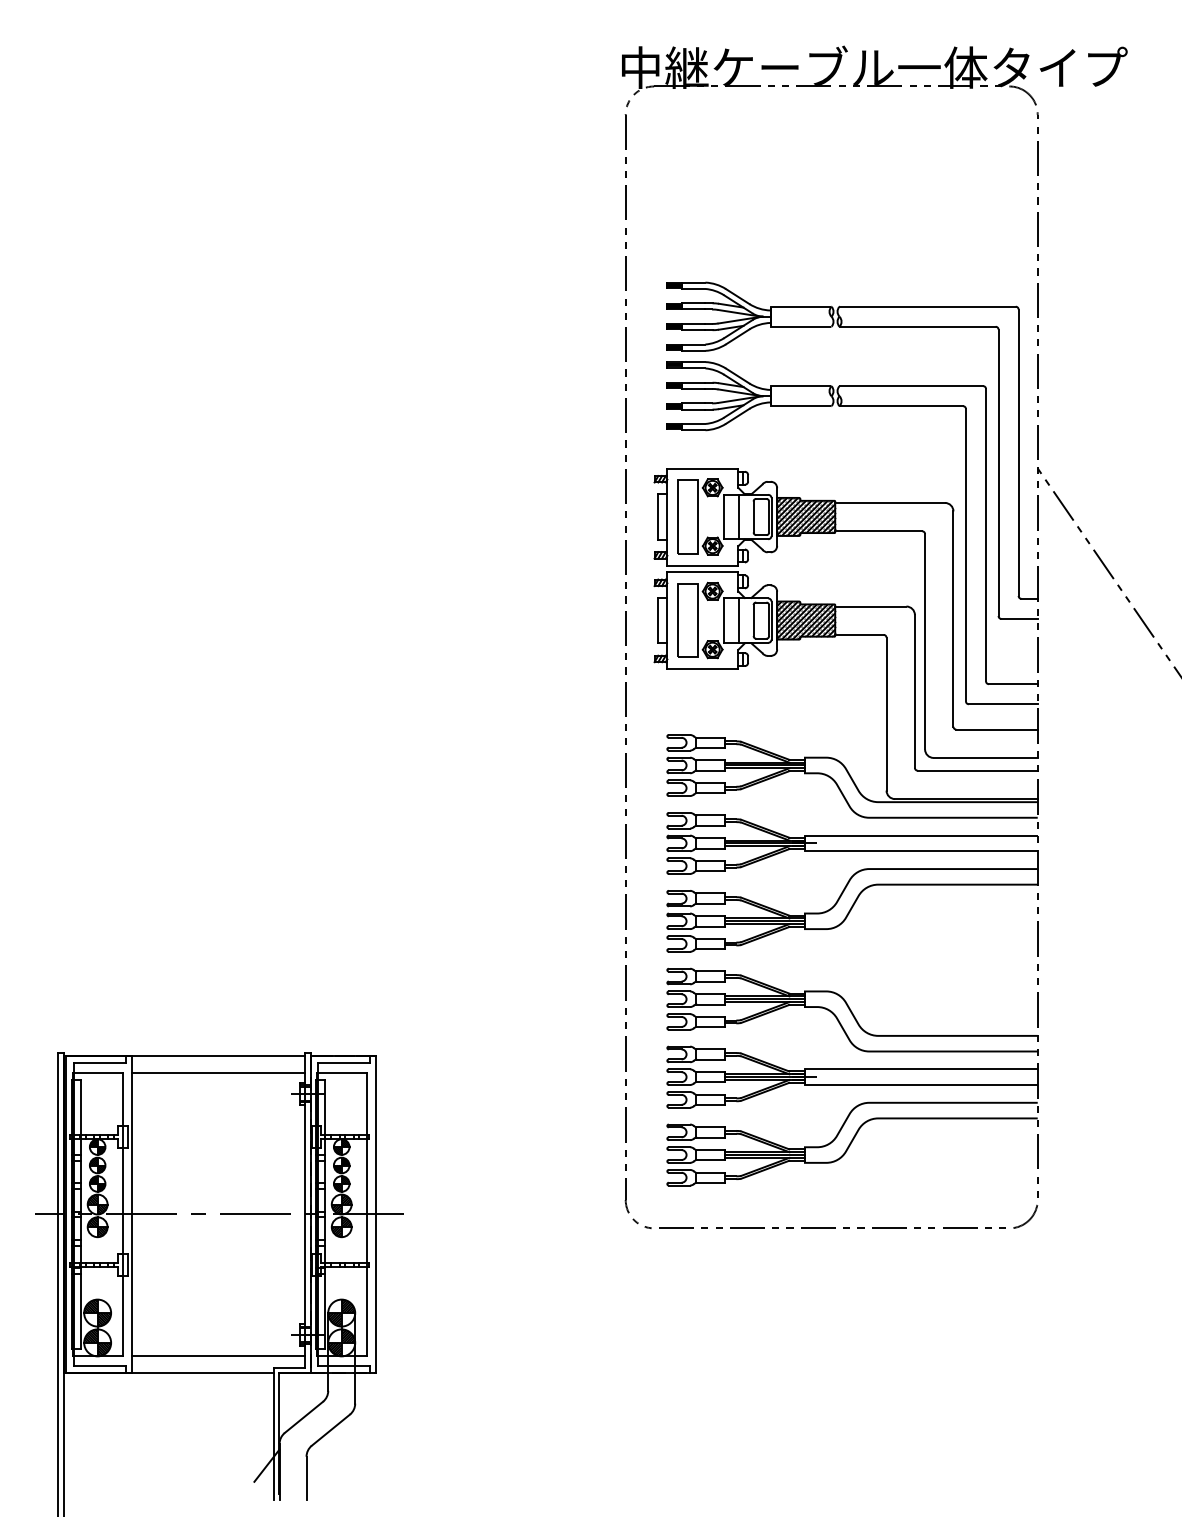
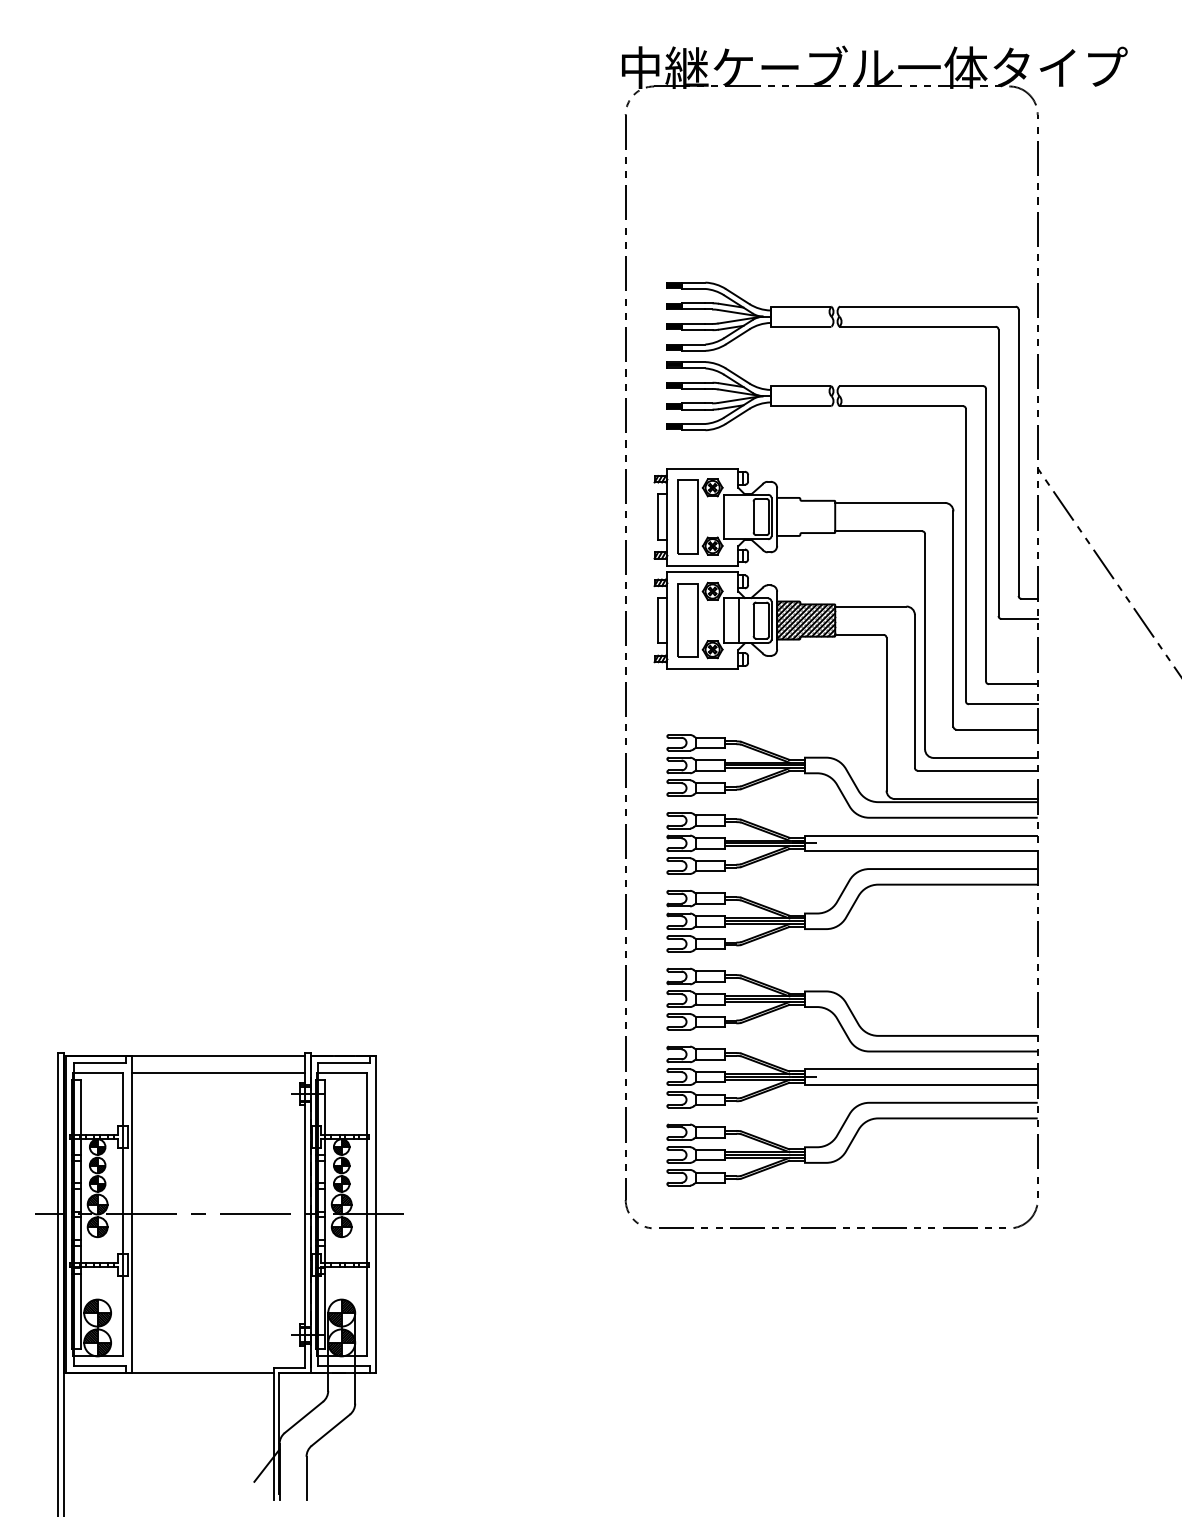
line at (738, 516): present -> none
hatch at (806, 516): present -> none
line at (217, 1356): present -> none
